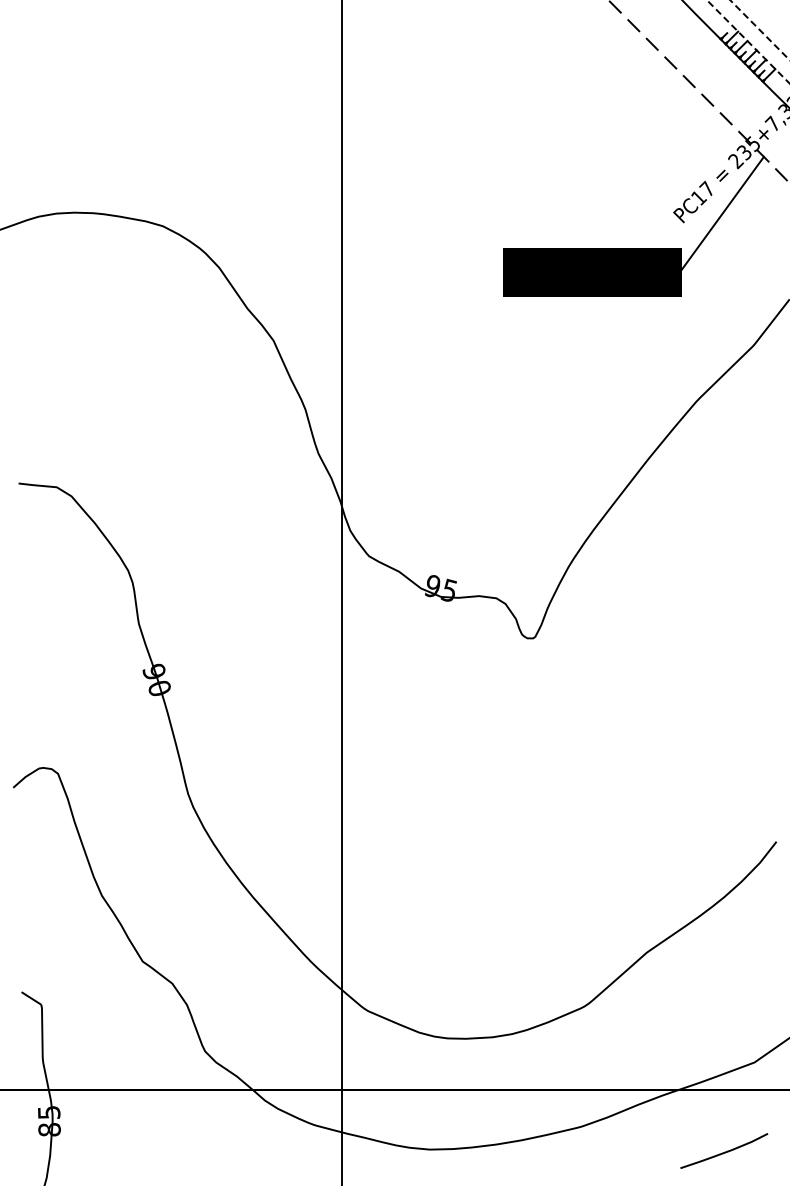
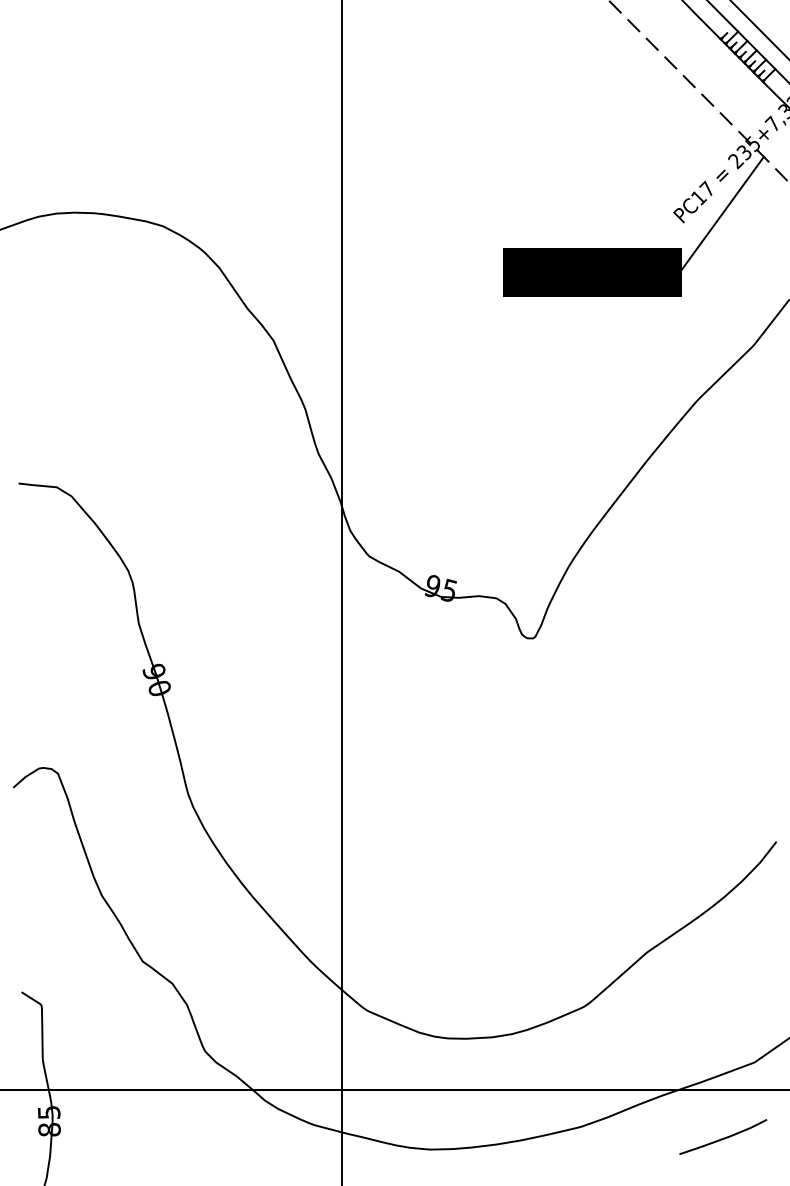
line at (759, 30): dashed -> solid
line at (748, 42): dashed -> solid
curve at (724, 1151) position: (724, 1151) -> (723, 1137)
